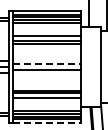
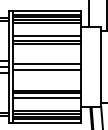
line at (47, 64): dashed -> solid
line at (47, 123): dashed -> solid
